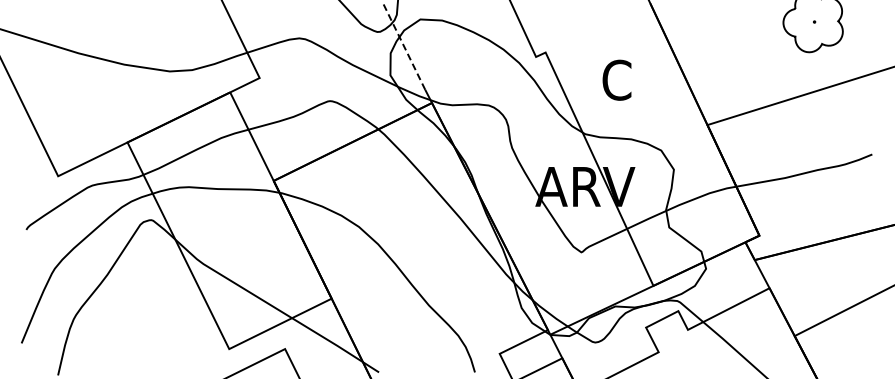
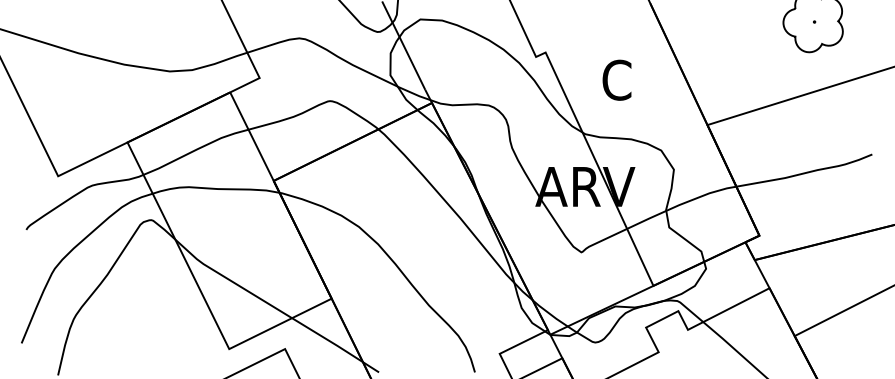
line at (403, 45): dashed -> solid
